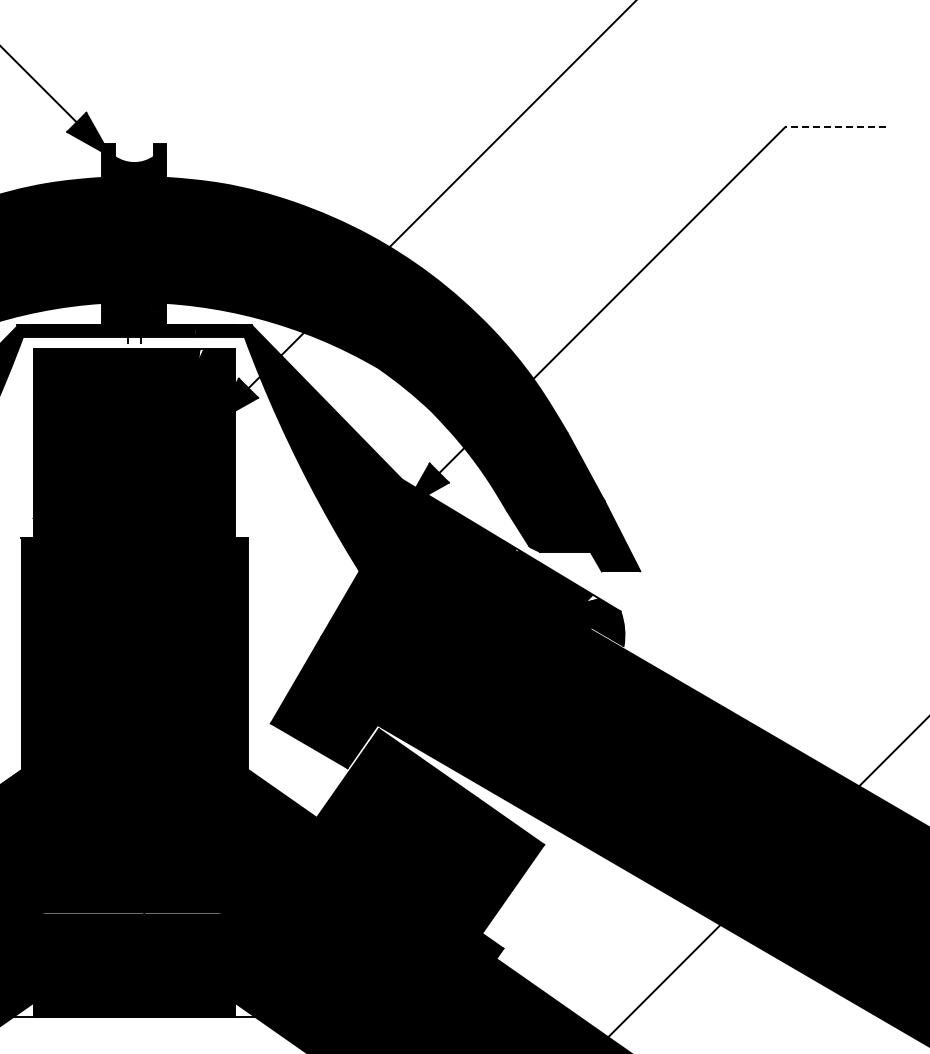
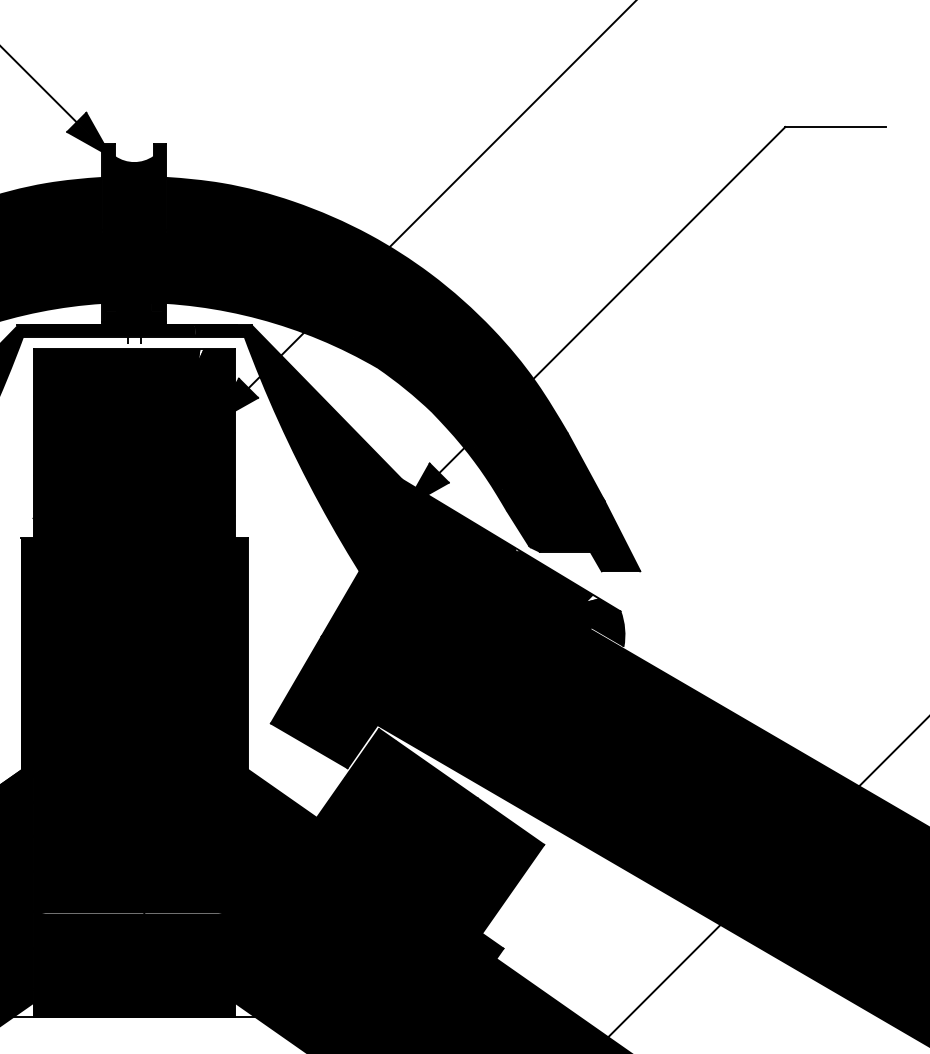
line at (835, 127): dashed -> solid
